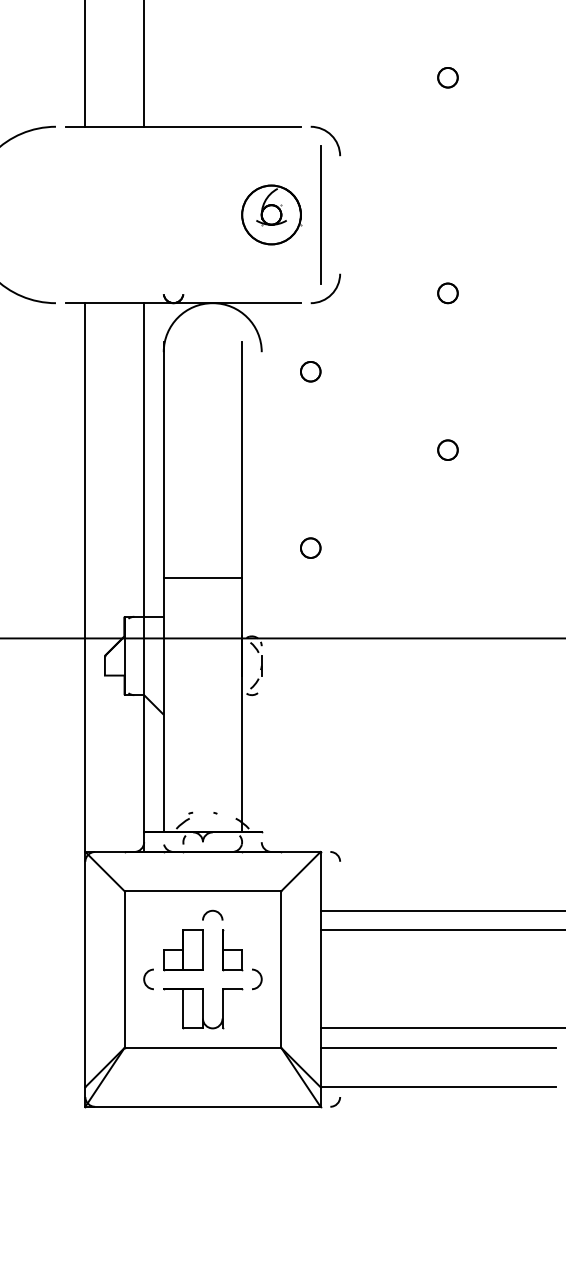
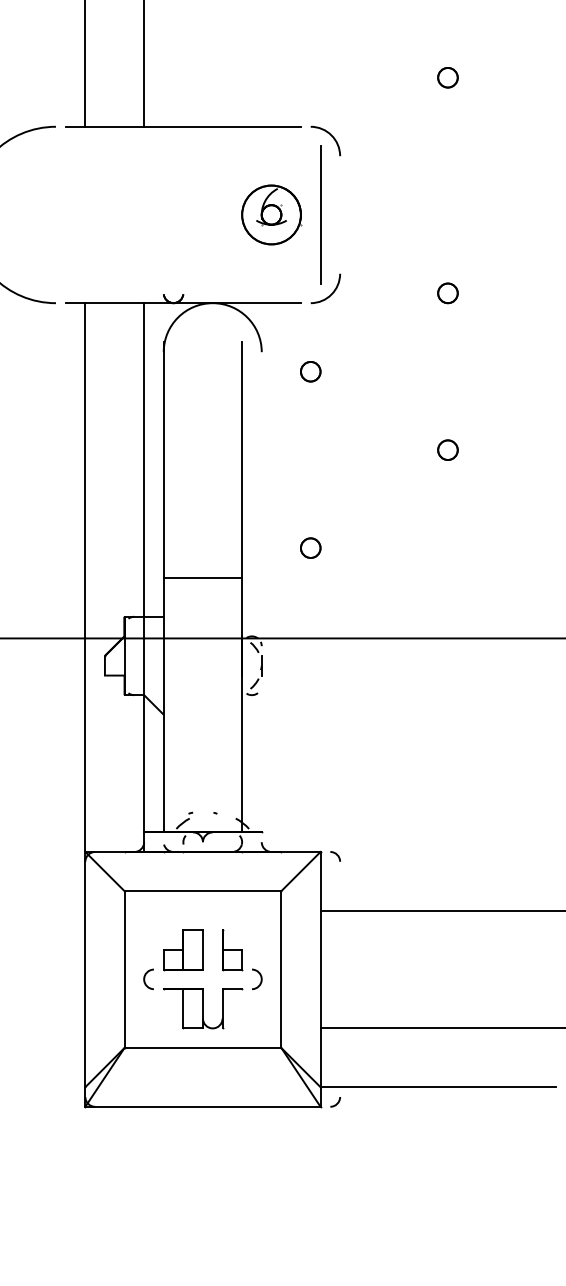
curve at (212, 911): present -> none
line at (441, 930): present -> none
line at (437, 1047): present -> none
